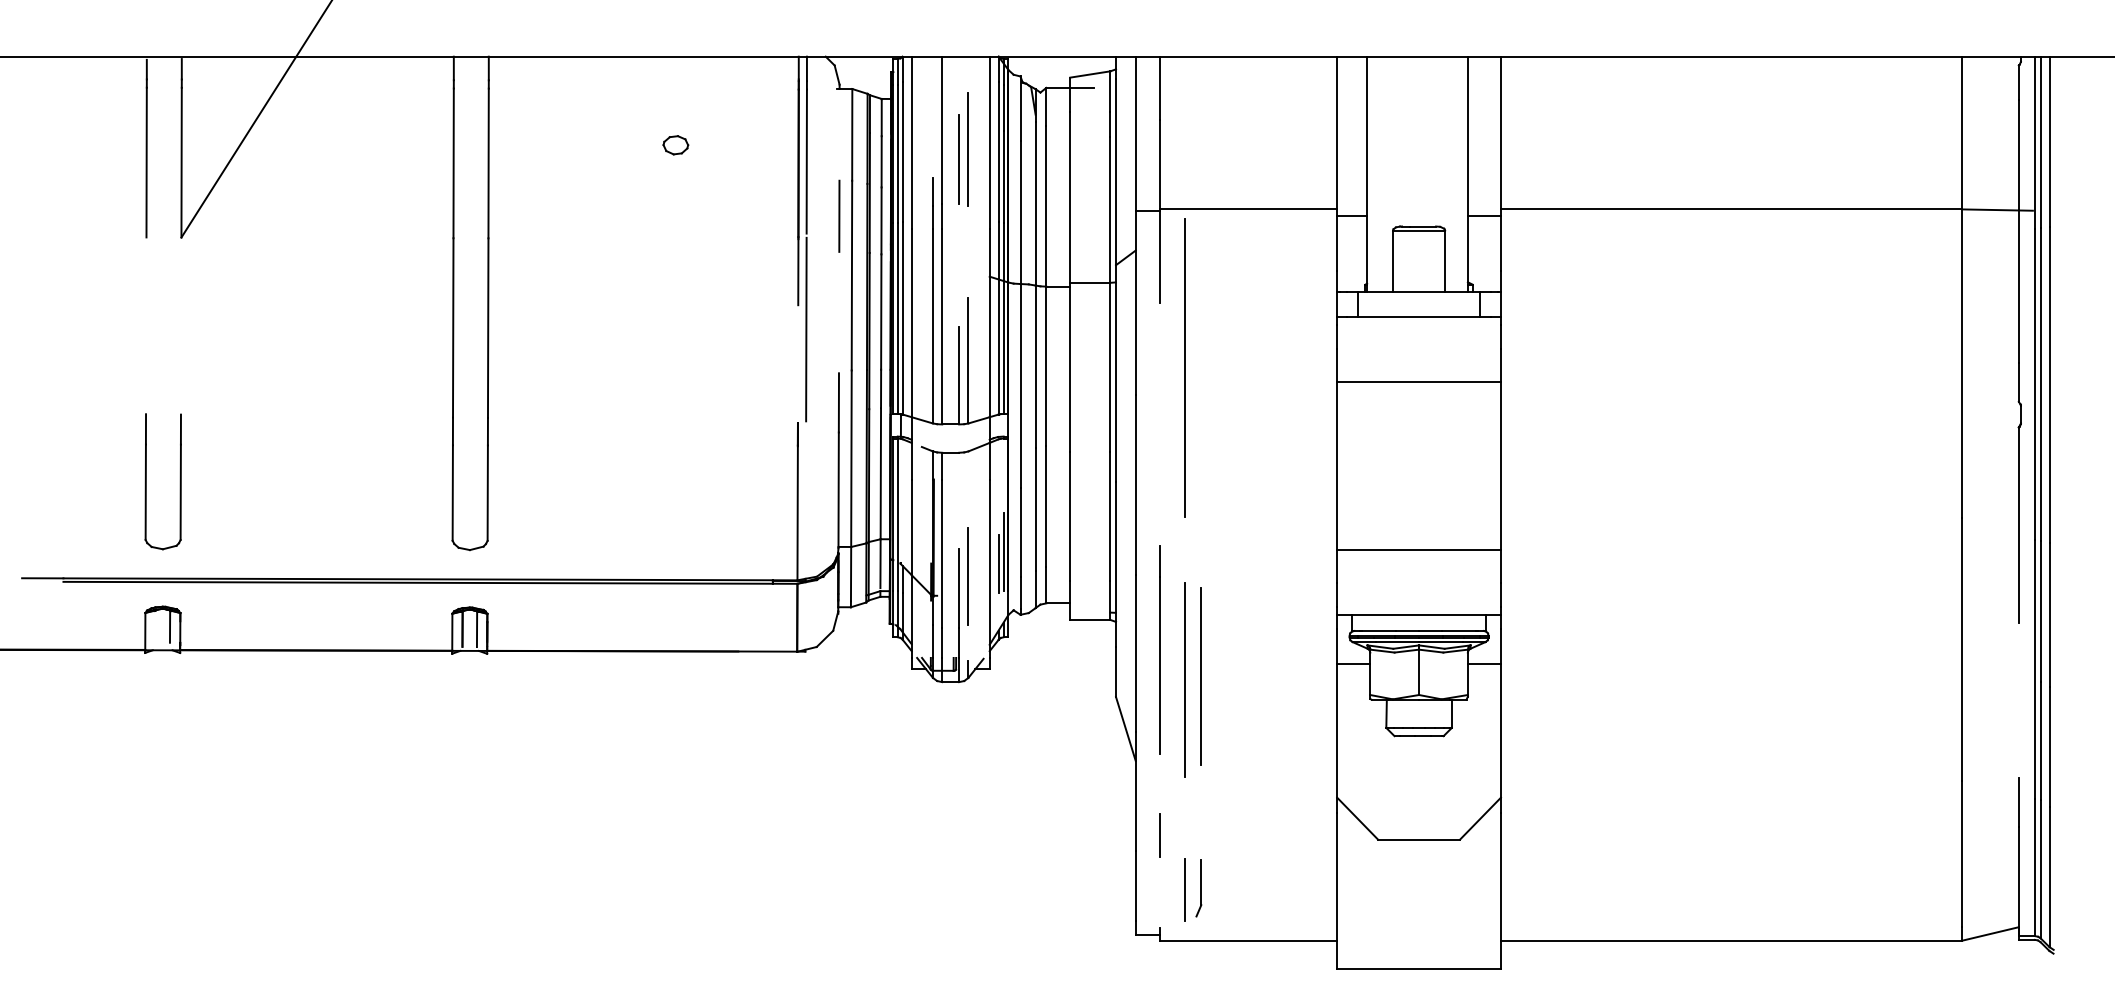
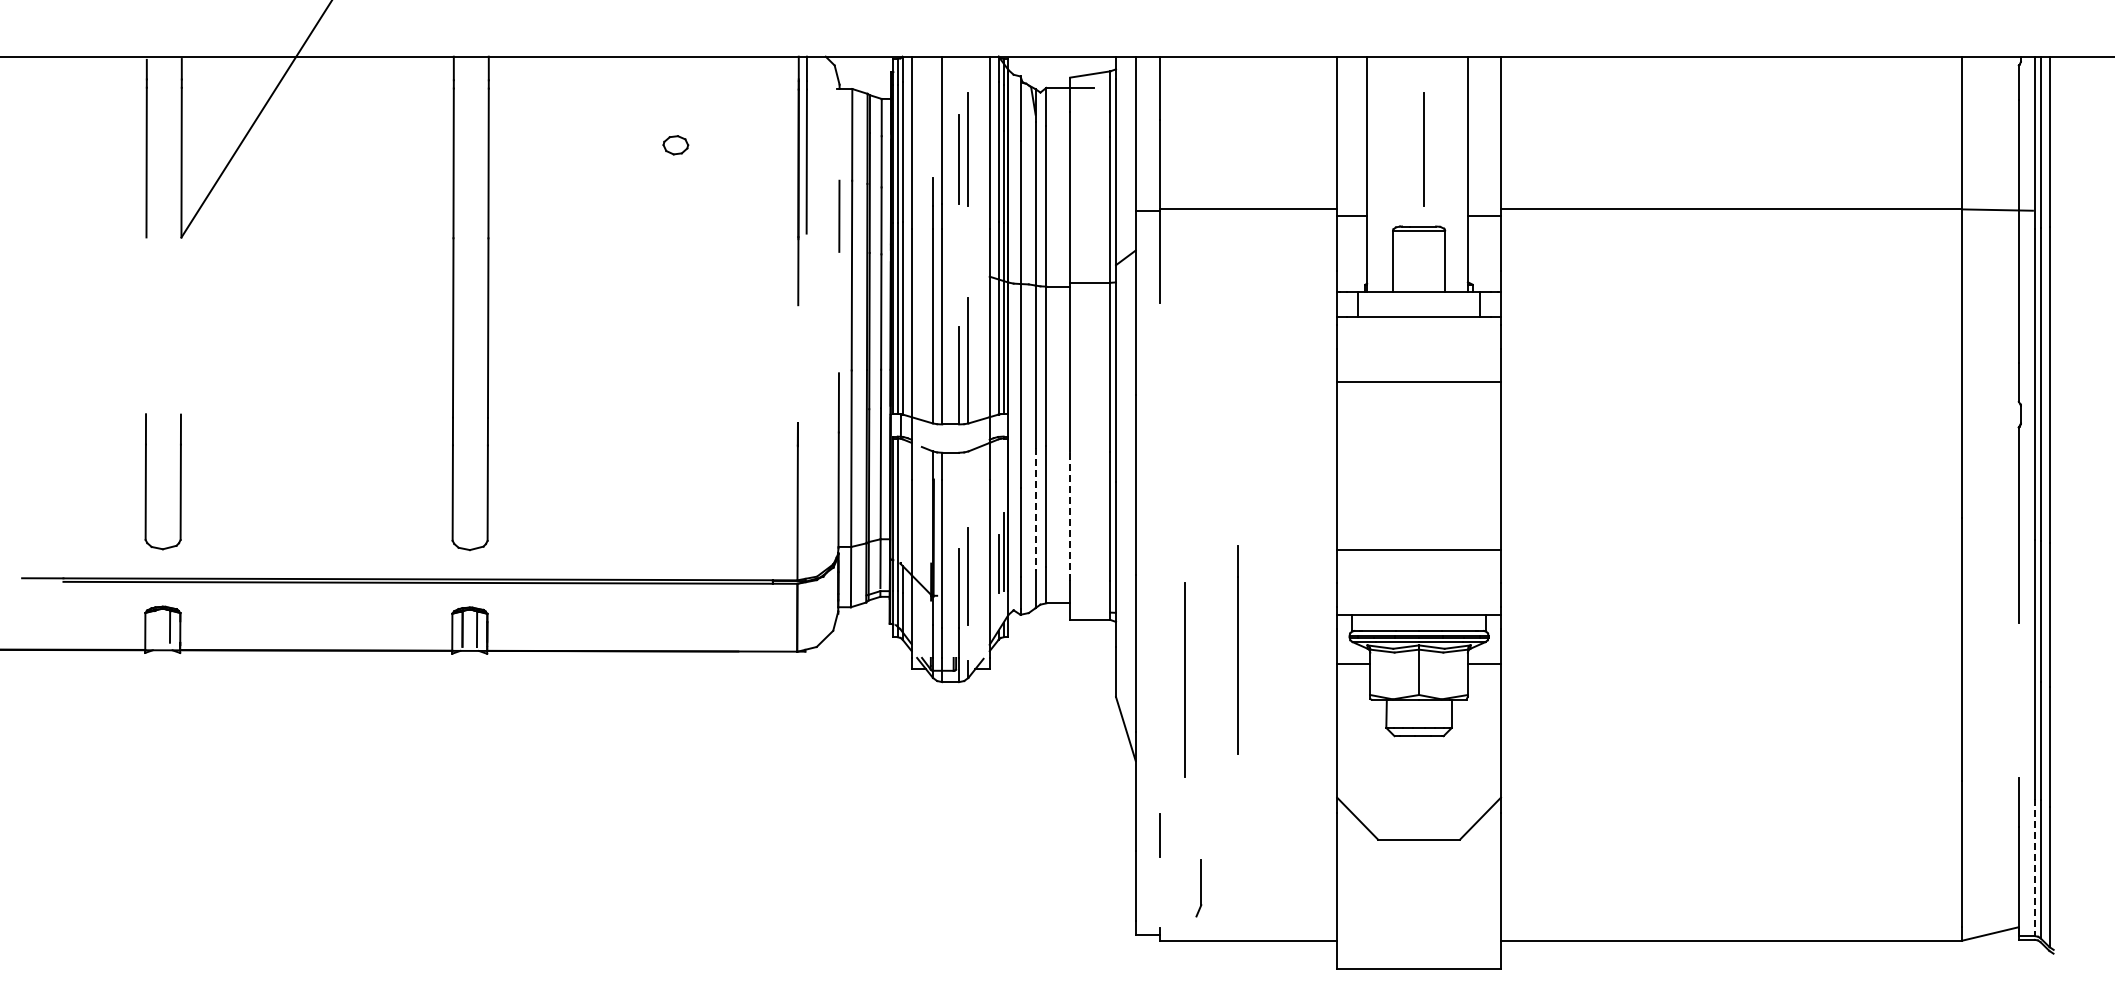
line at (1423, 149): none -> present
line at (806, 329): present -> none
line at (1184, 367): present -> none
line at (1035, 509): solid -> dashed
line at (1070, 516): solid -> dashed
line at (1159, 649) position: (1159, 649) -> (1237, 649)
line at (1201, 675): present -> none
line at (2035, 867): solid -> dashed
line at (1184, 889): present -> none
